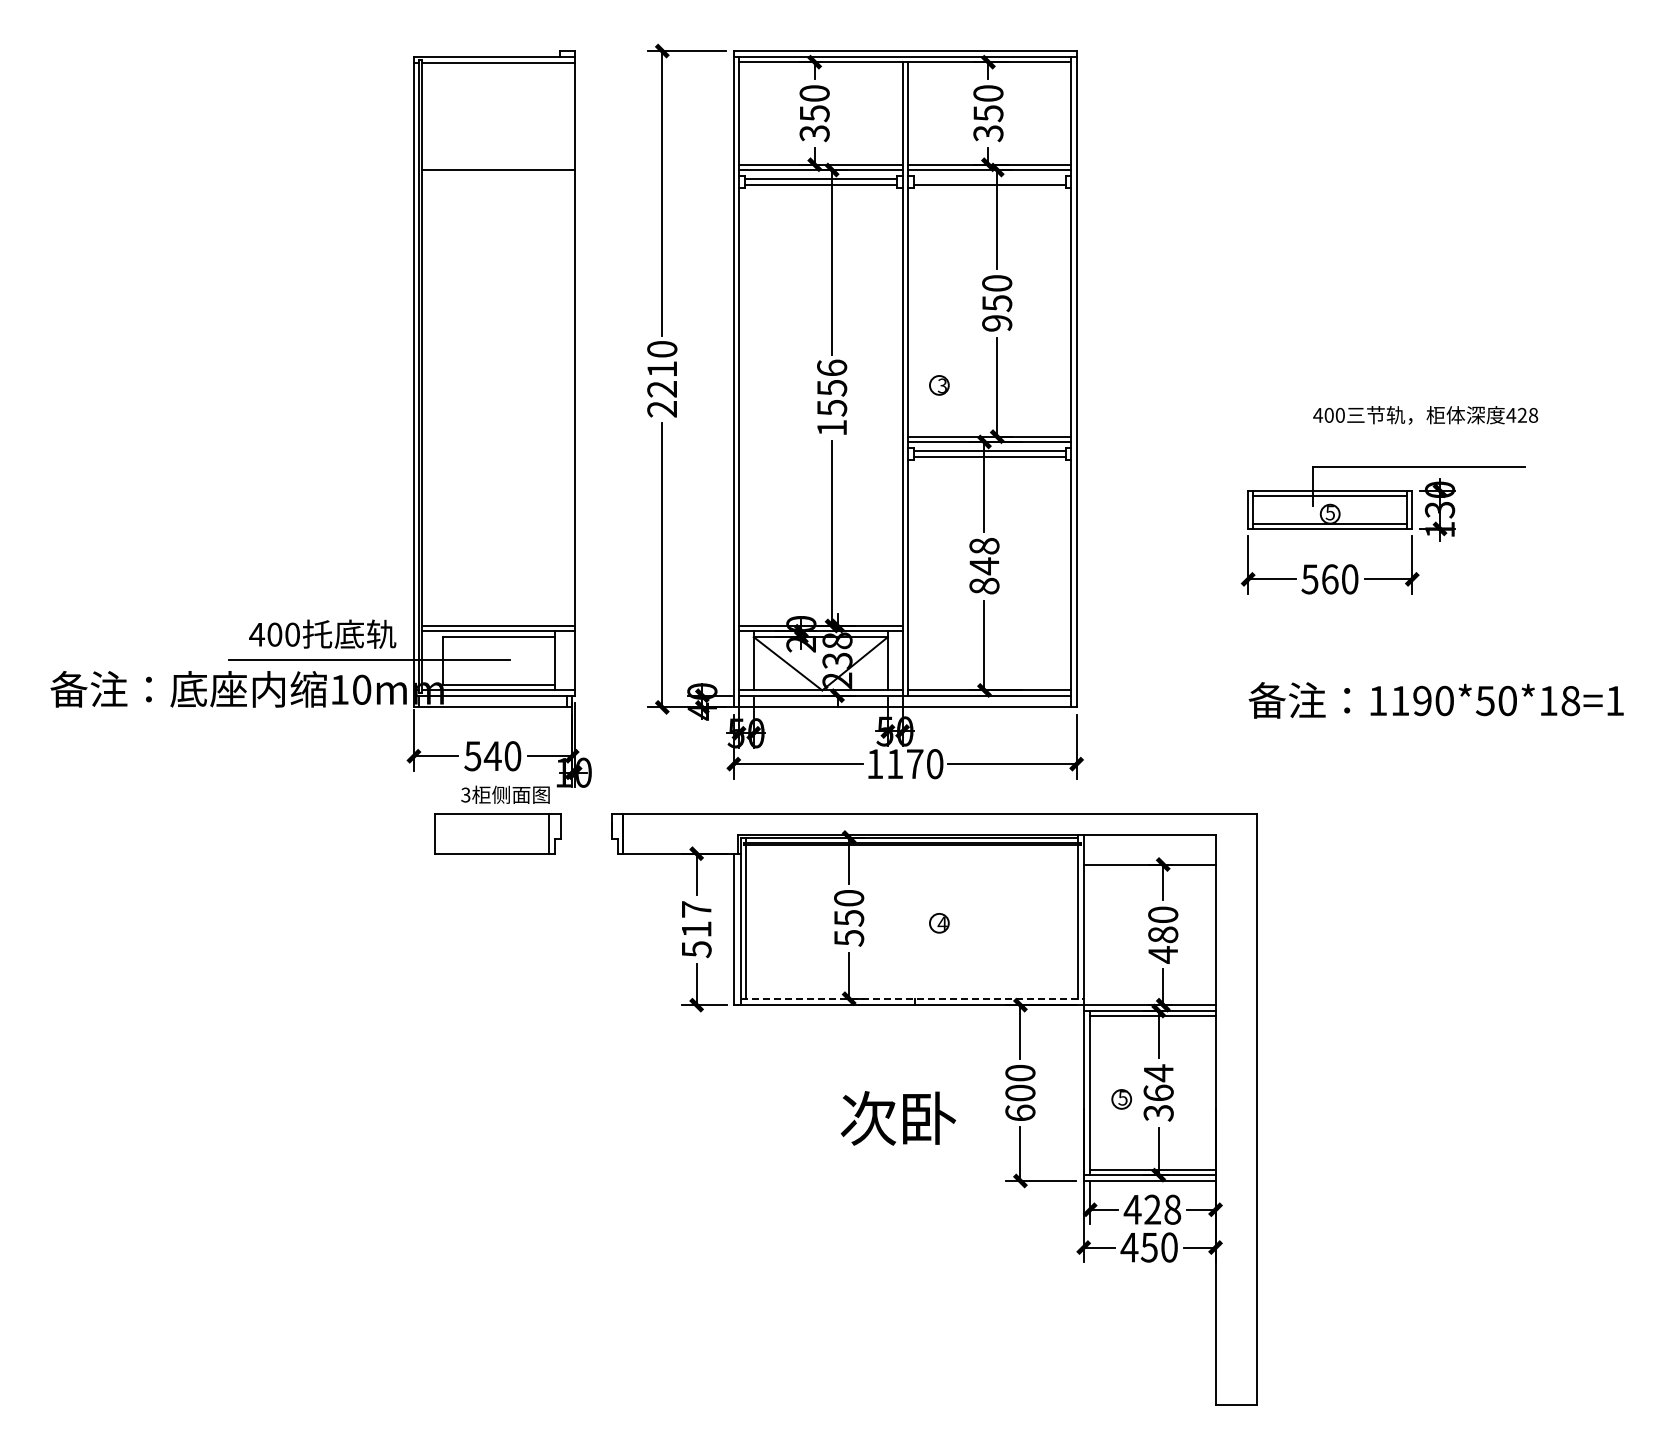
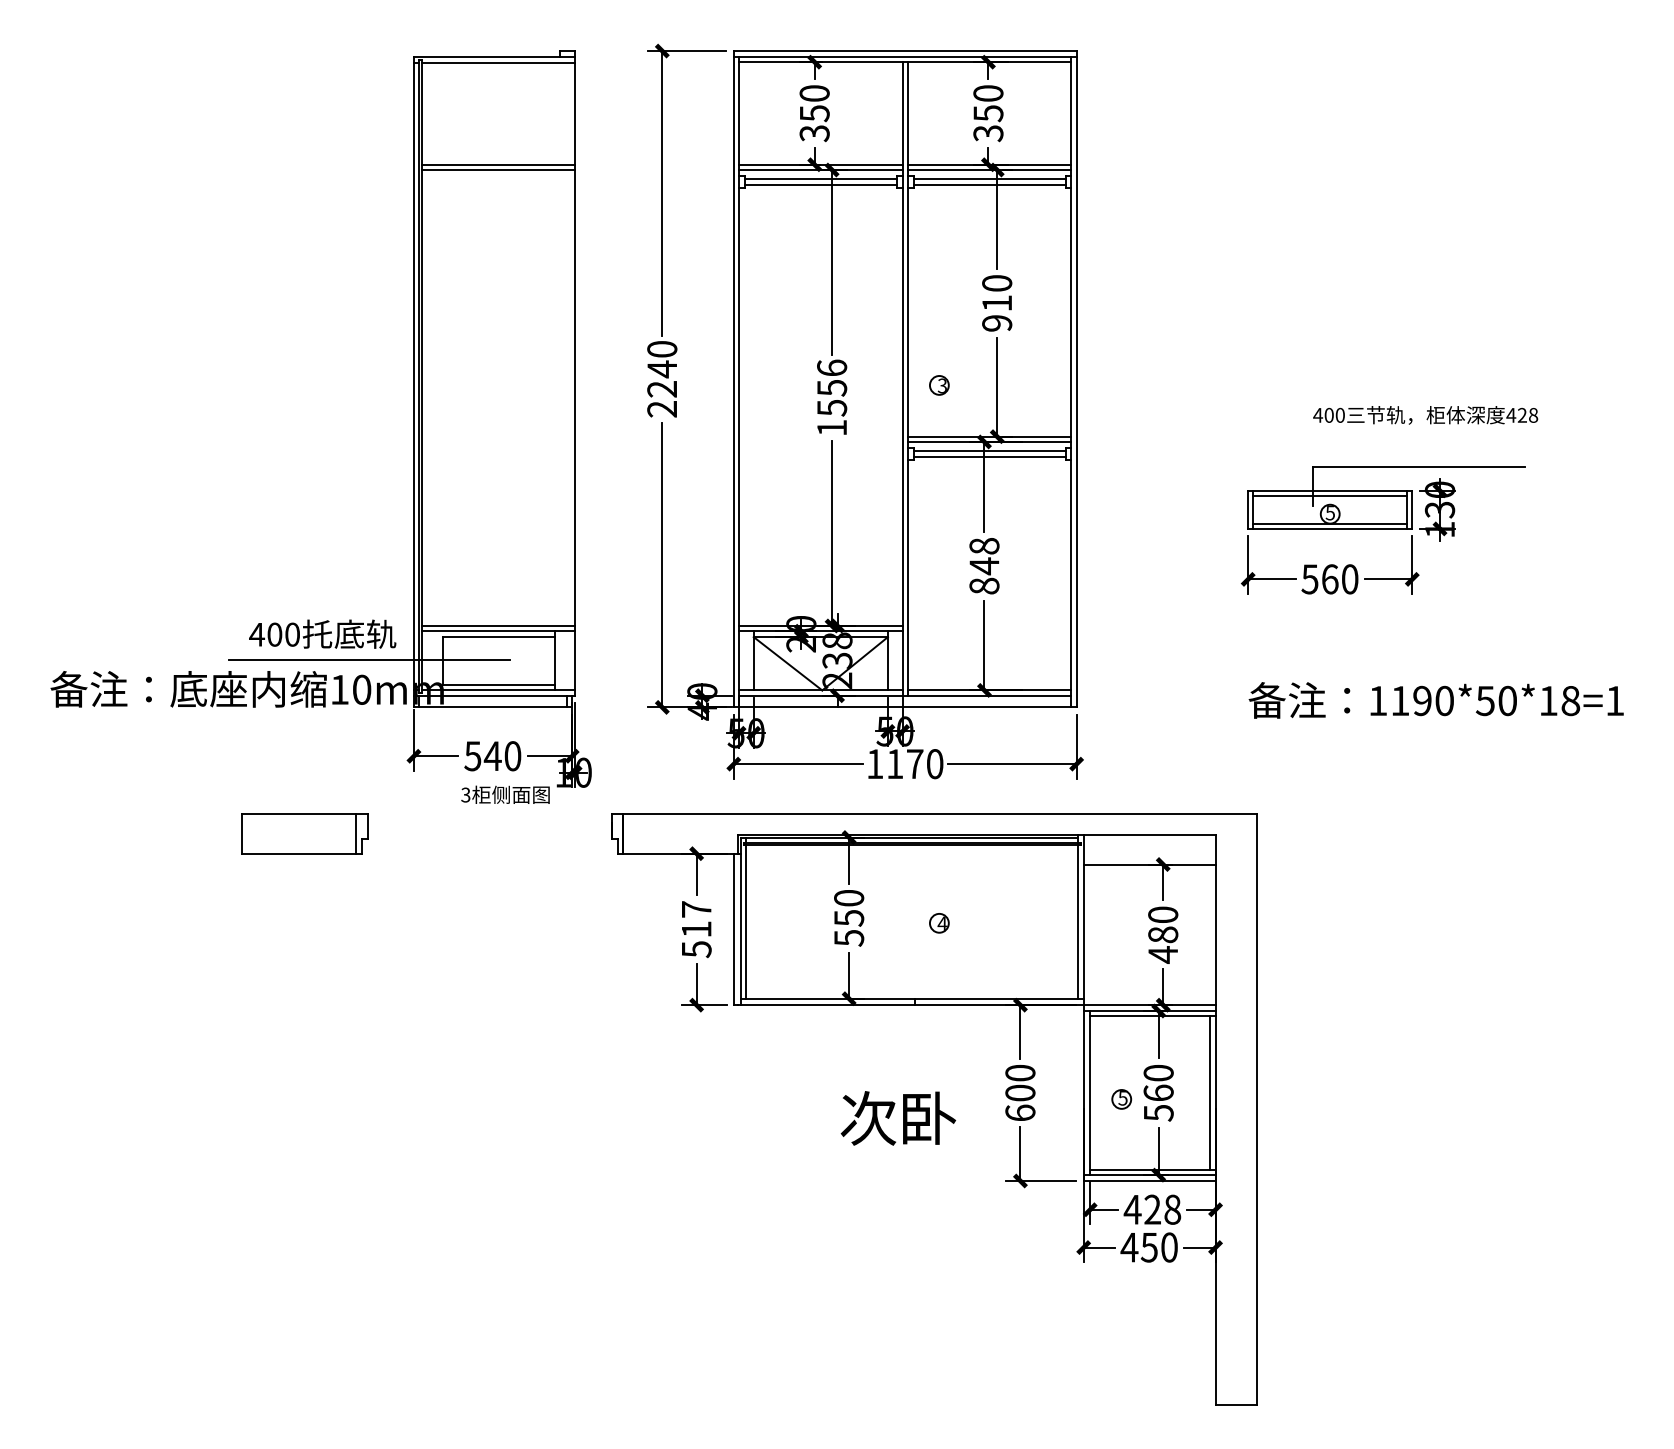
line at (498, 164): none -> present
line at (989, 178): none -> present
text at (997, 303): 950 -> 910
text at (661, 369): 2210 -> 2240
part at (497, 833) position: (497, 833) -> (304, 833)
line at (912, 998): dashed -> solid
text at (1158, 1092): 364 -> 560
line at (1210, 1092): none -> present
